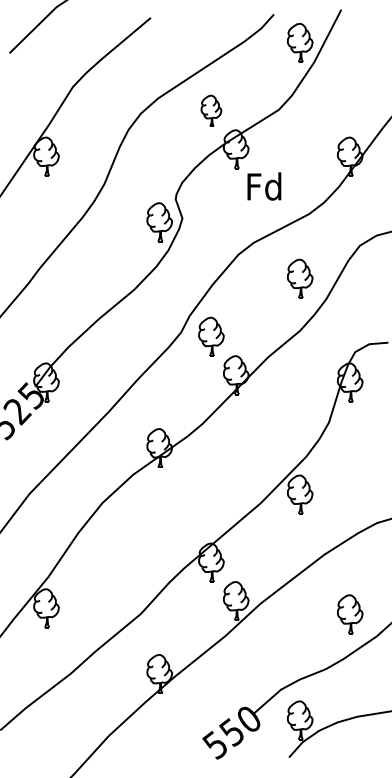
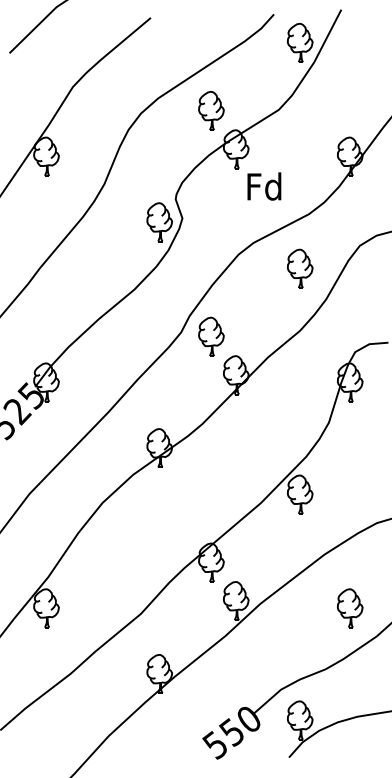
part at (211, 110) size: 23x33 px -> 27x40 px
part at (300, 278) position: (300, 278) -> (300, 268)
part at (350, 614) position: (350, 614) -> (350, 608)
